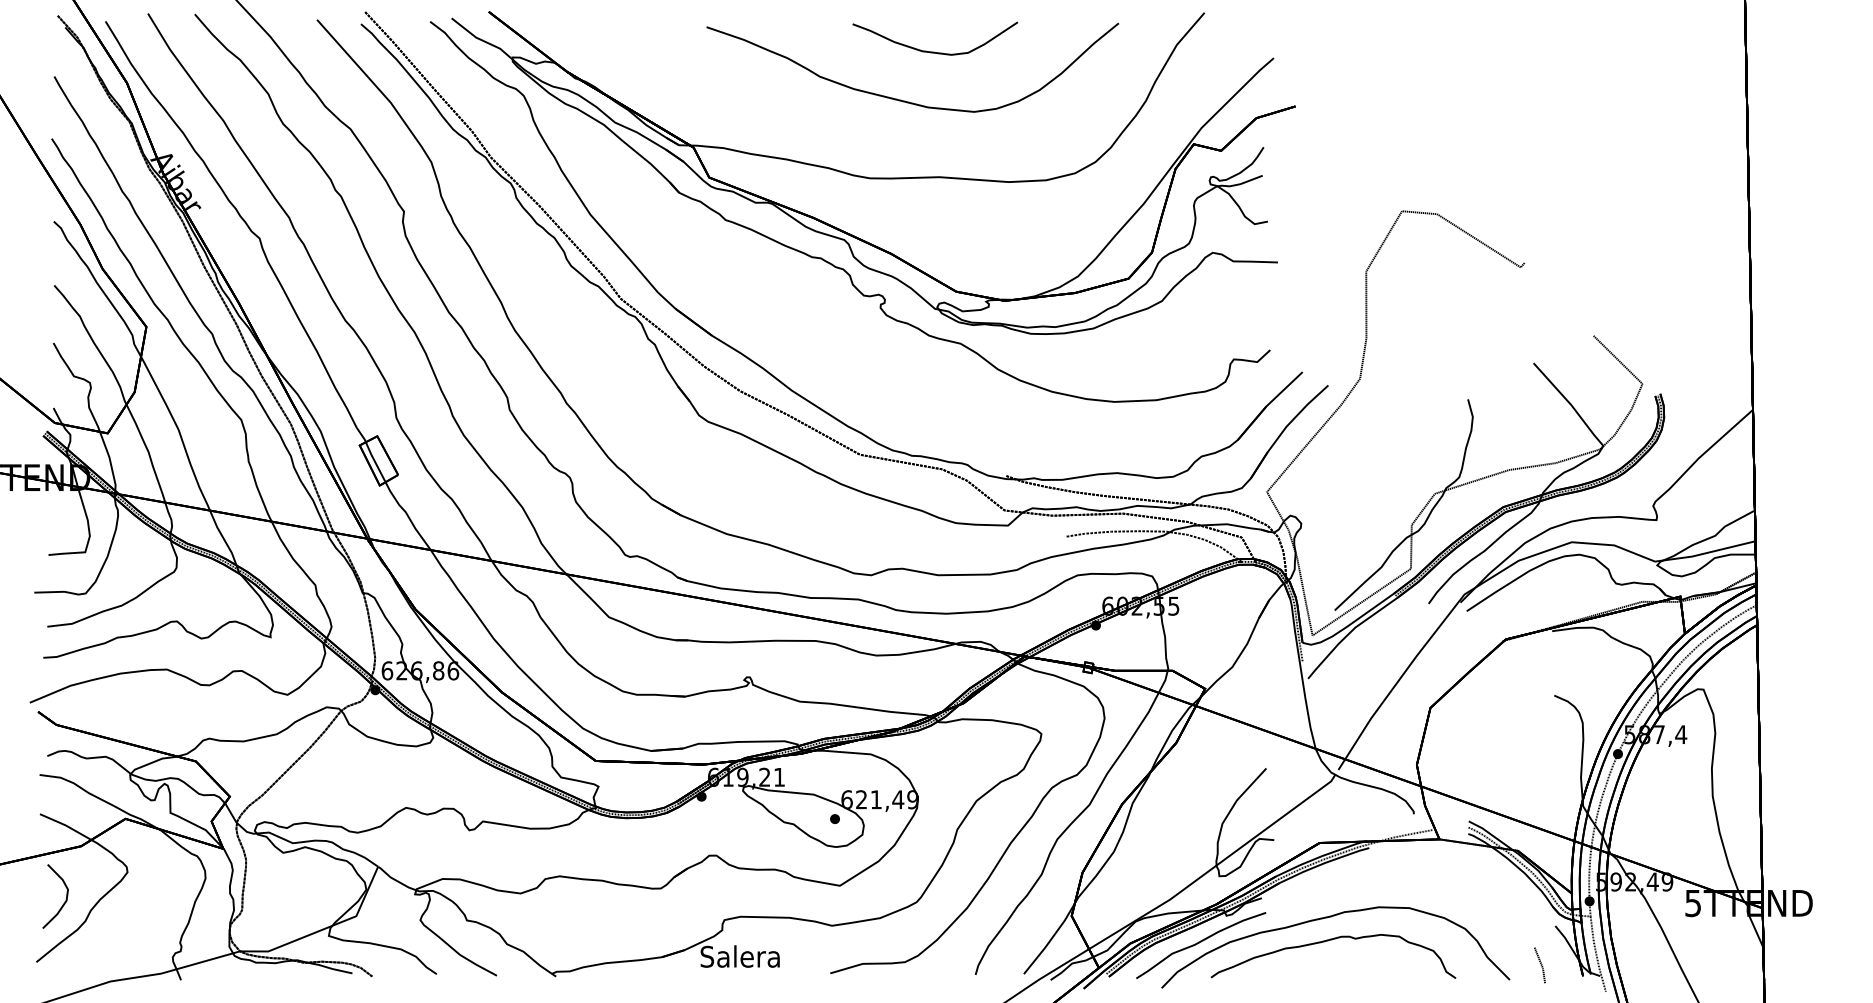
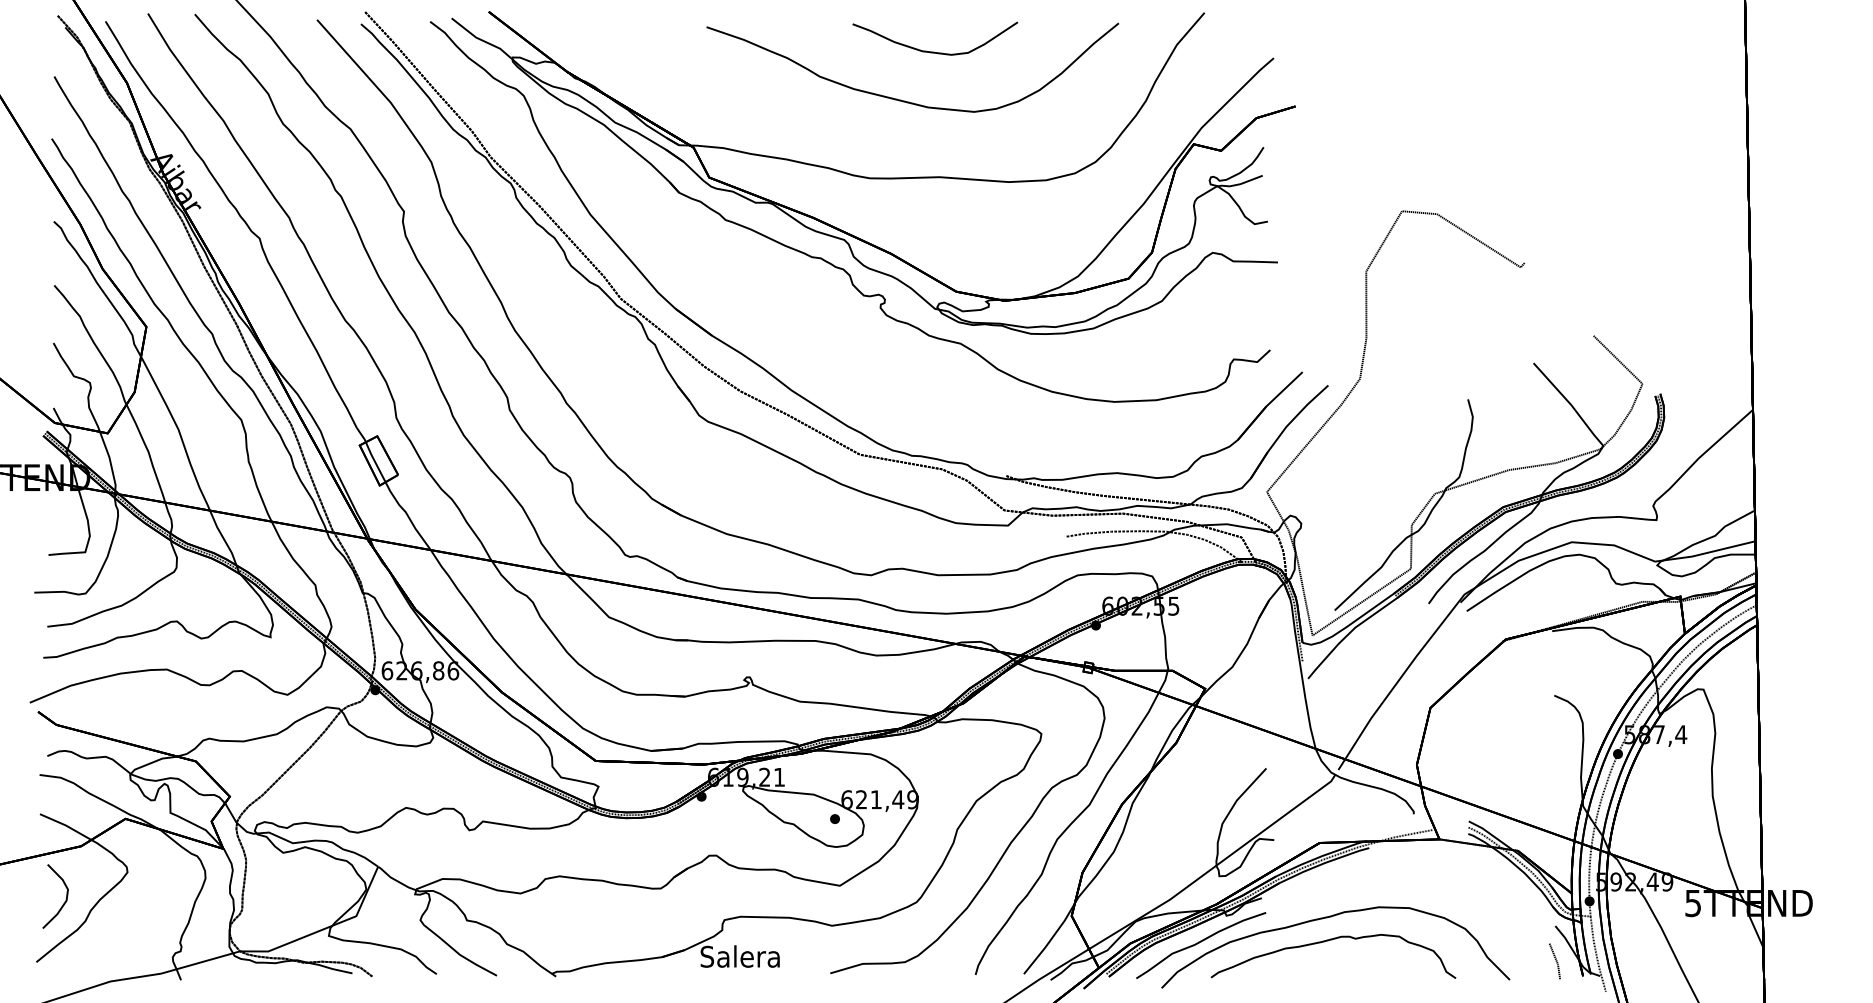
line at (1540, 965) position: (1540, 965) -> (1555, 961)
